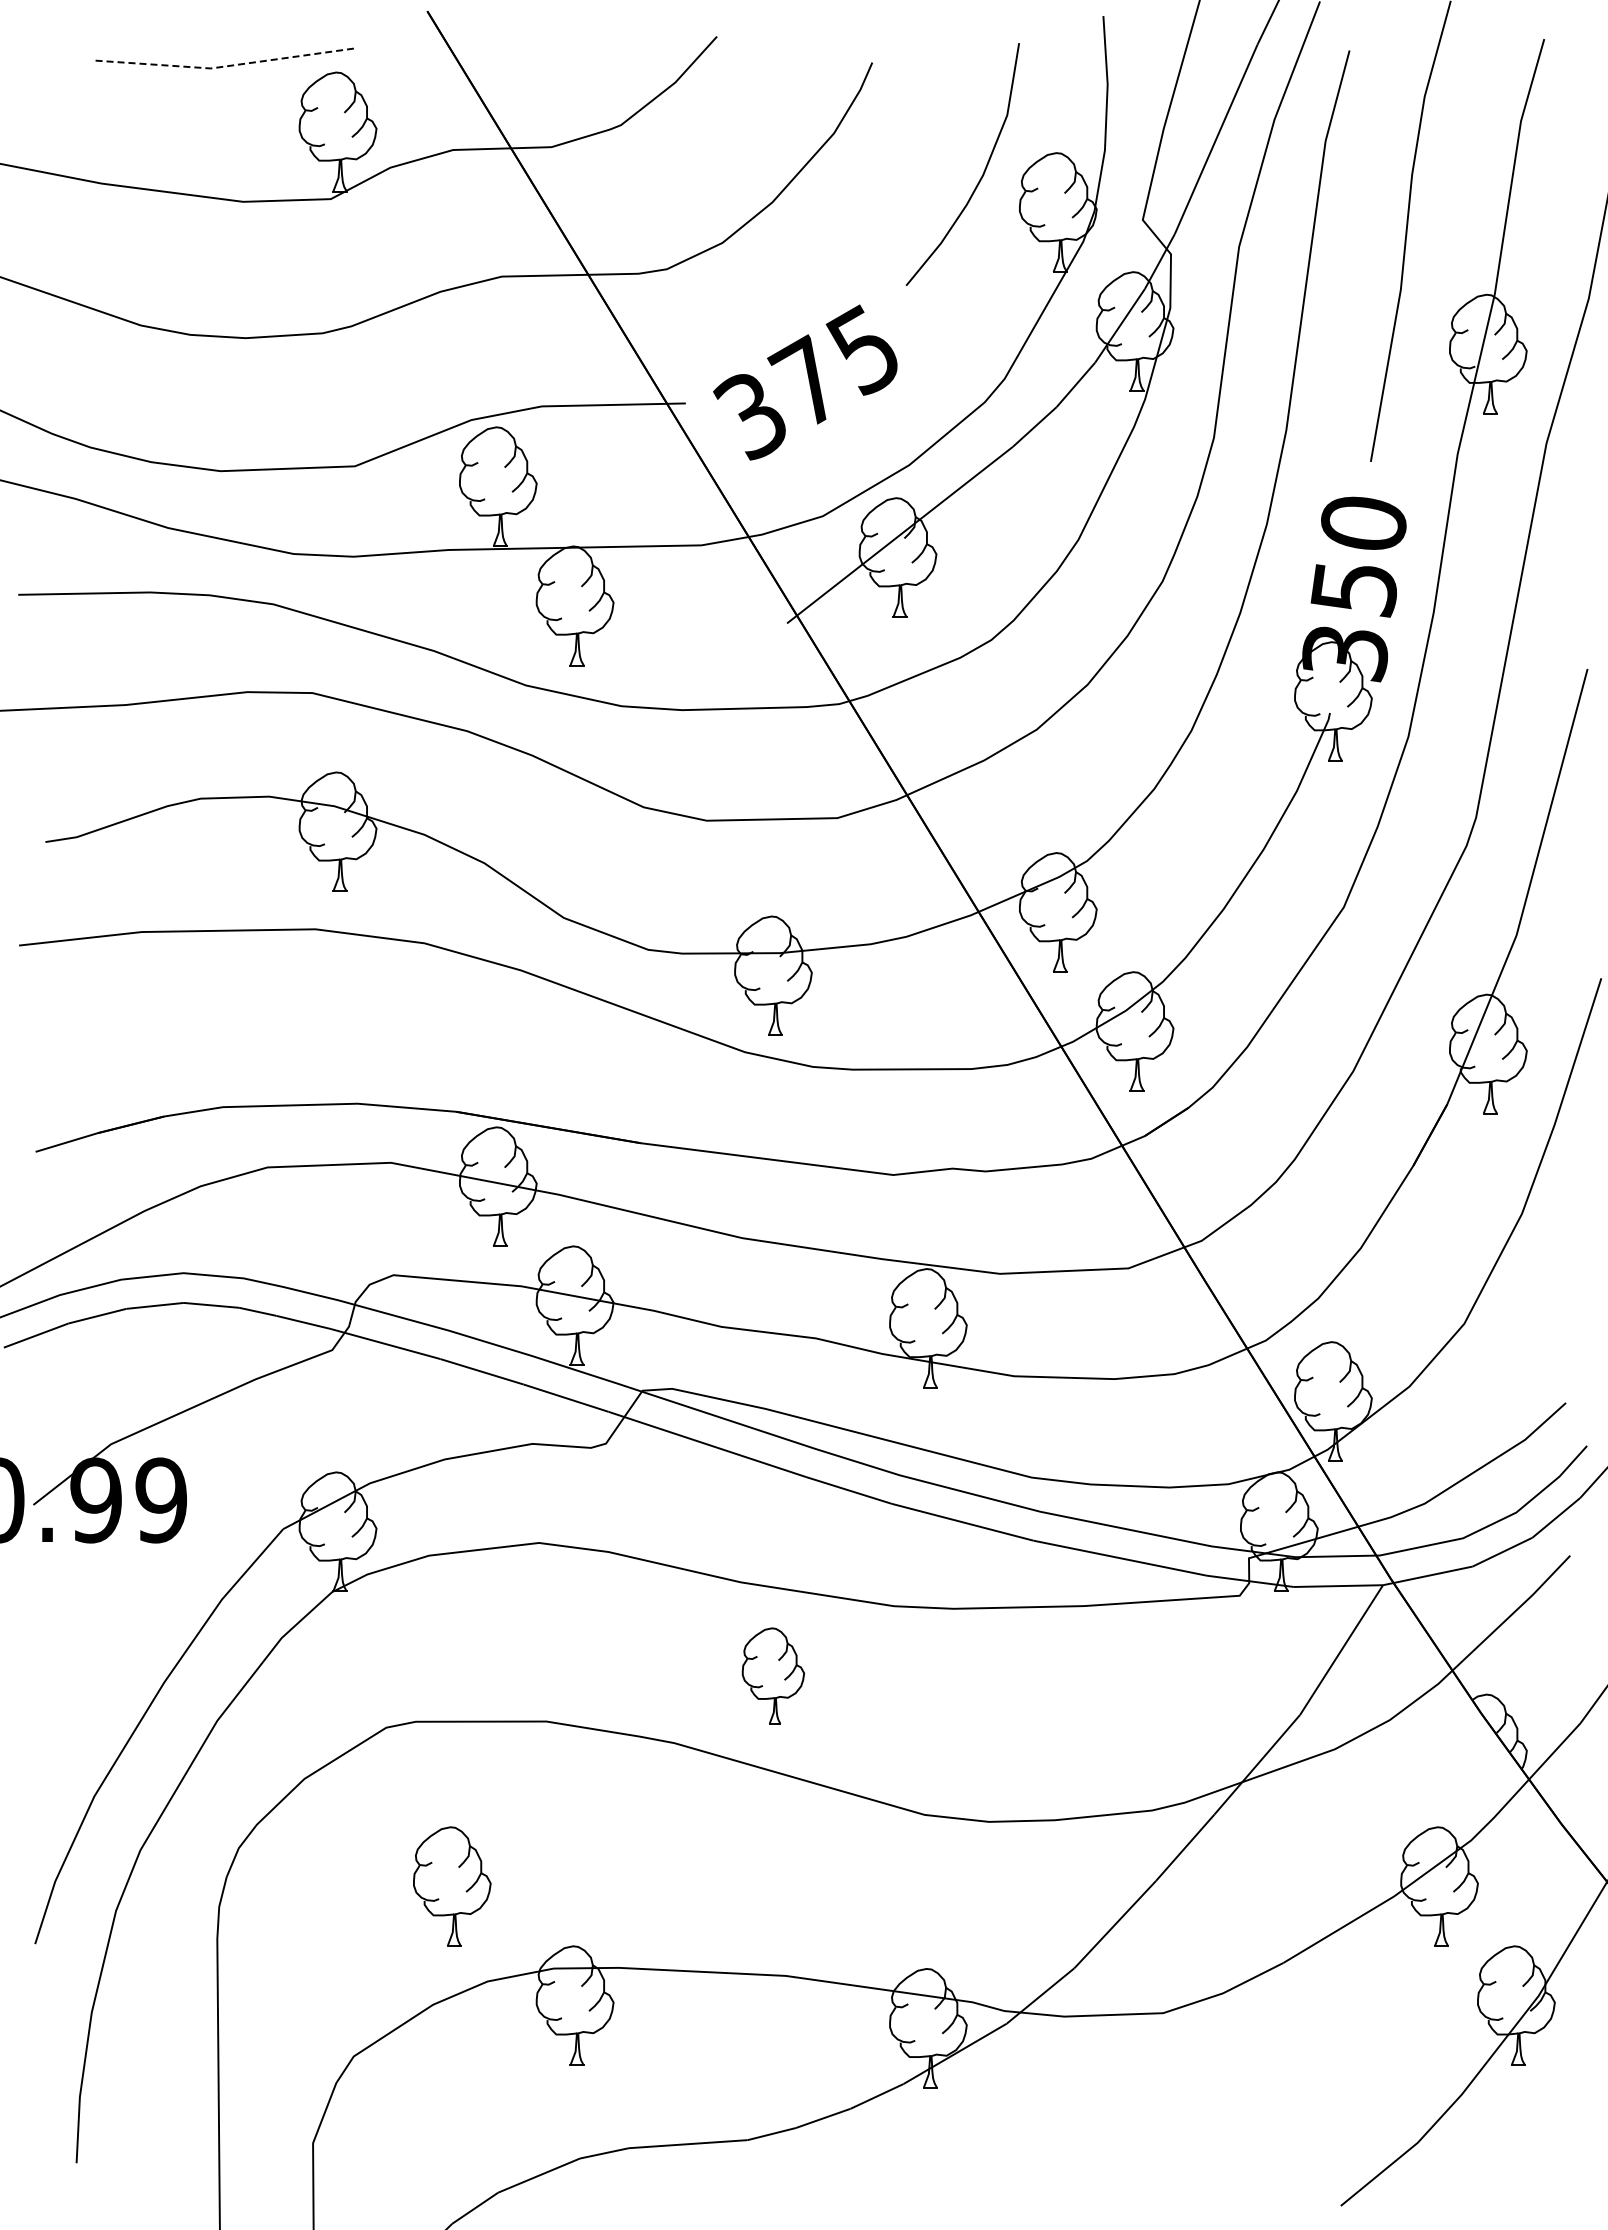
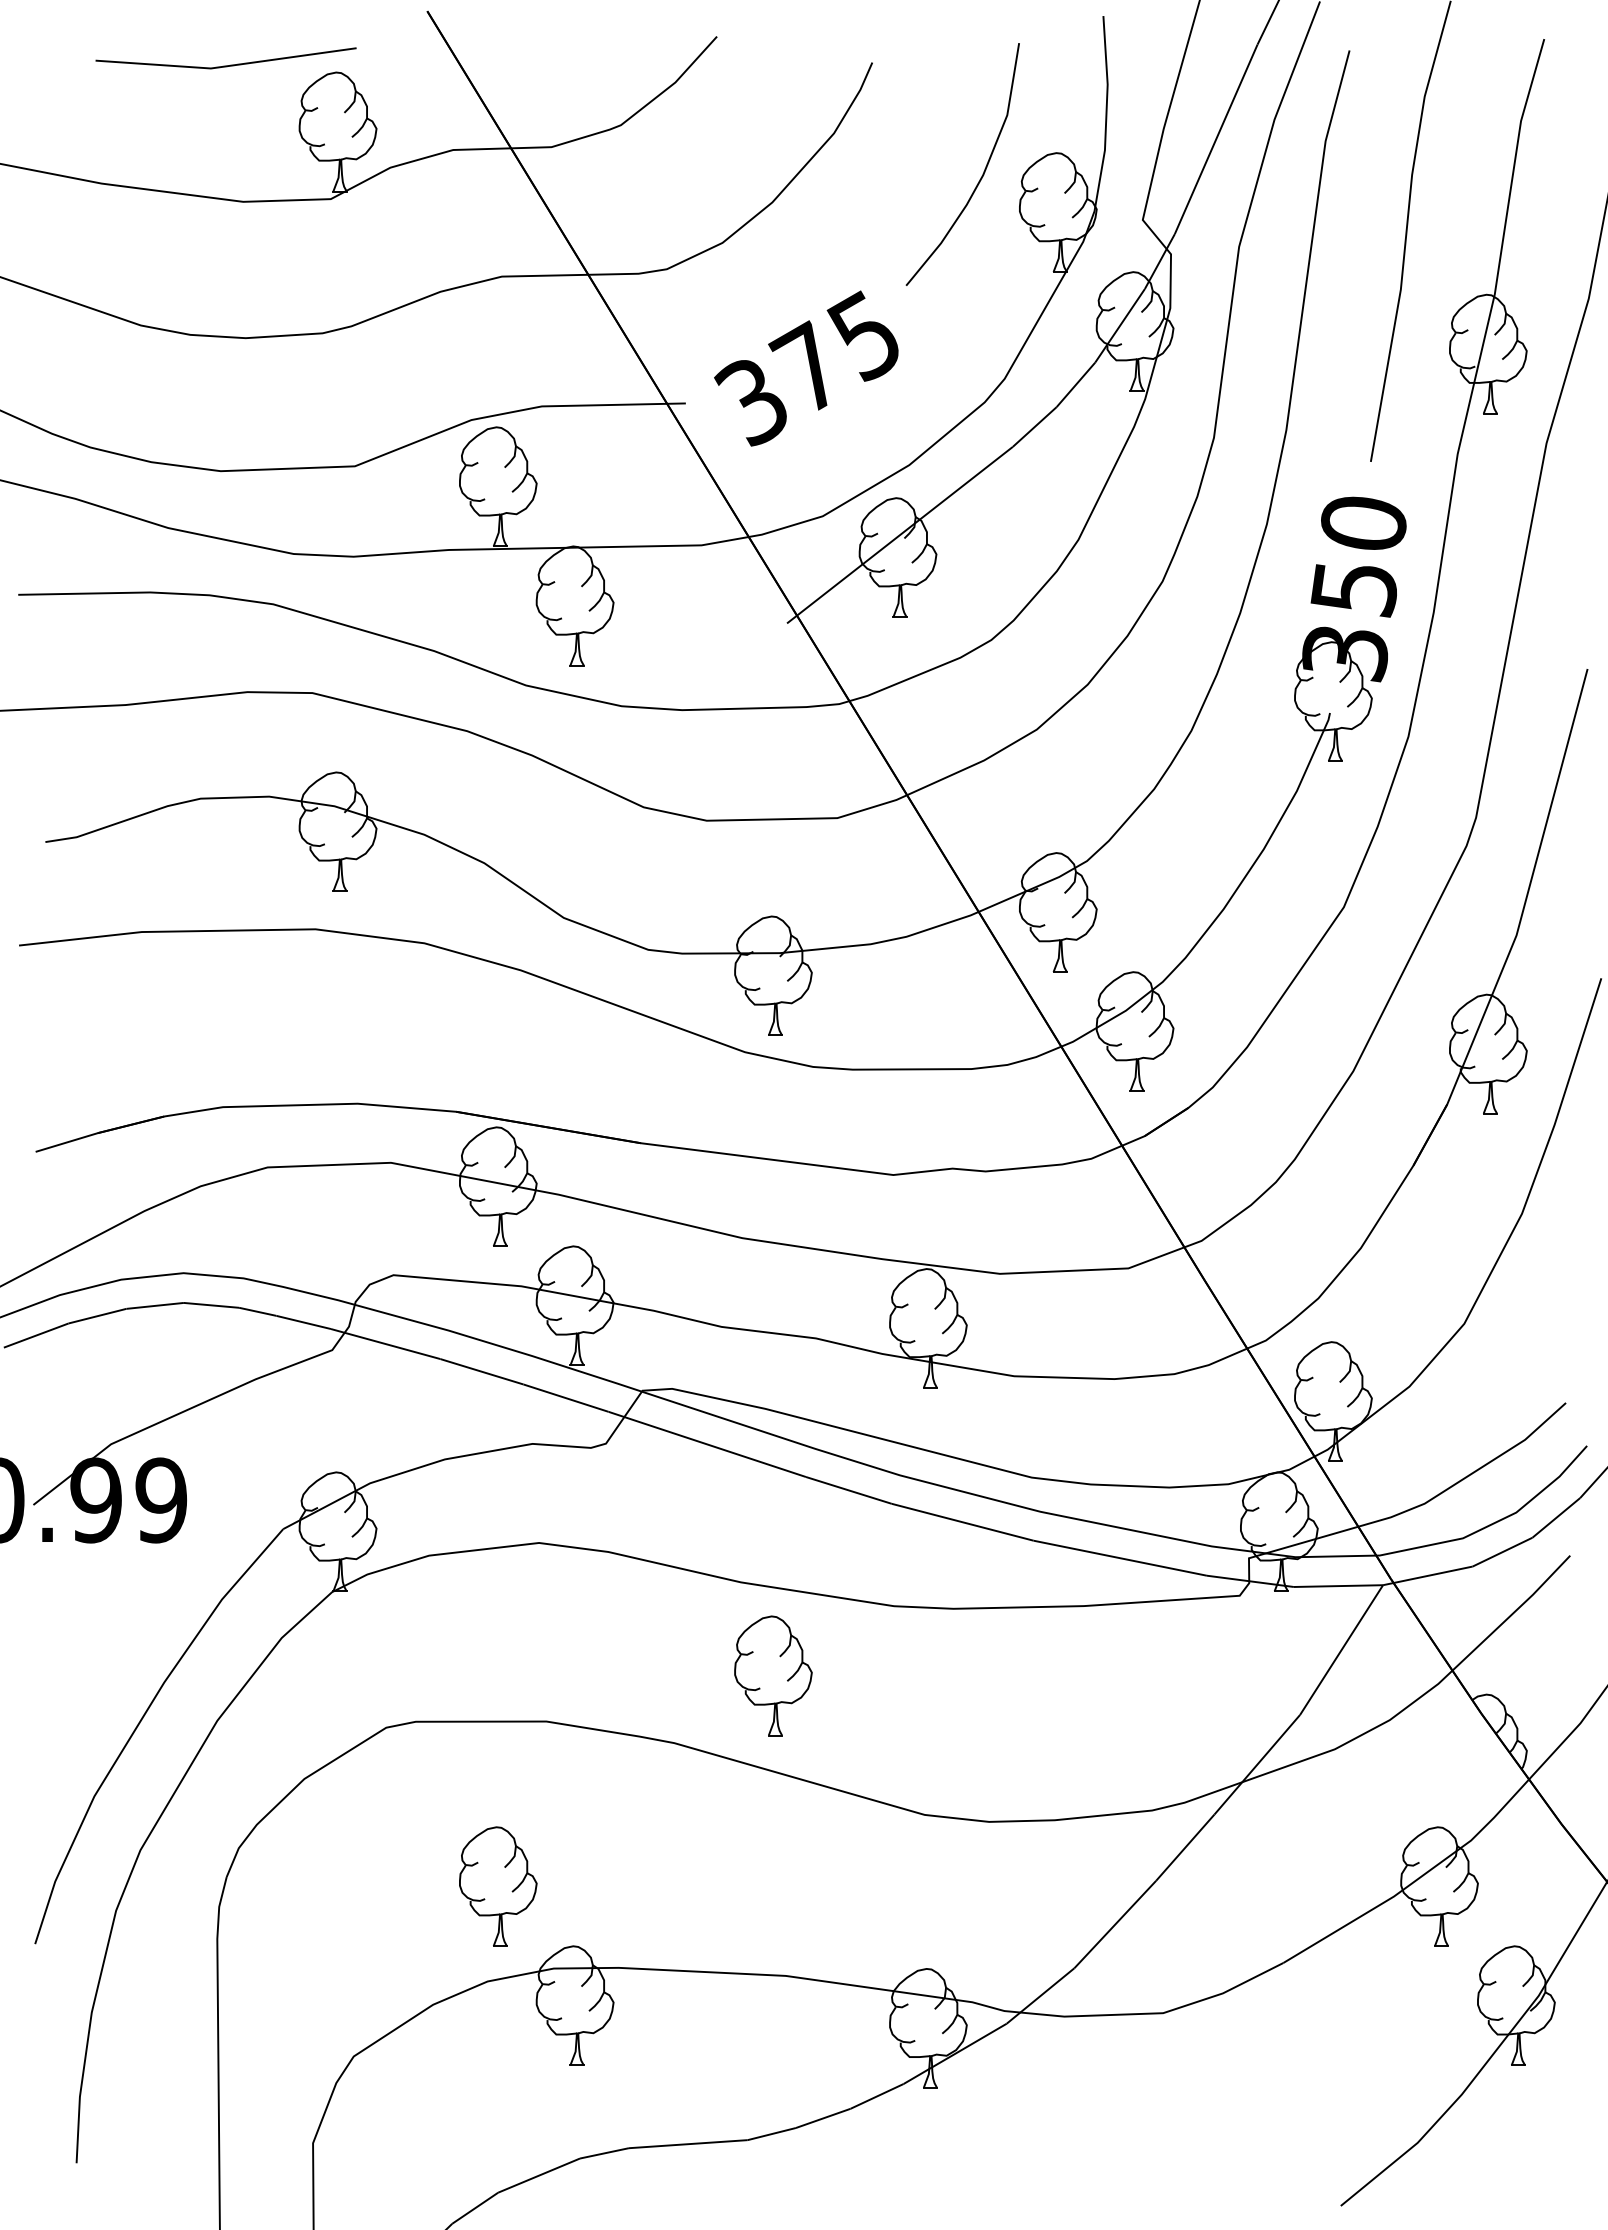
line at (226, 66): dashed -> solid
text at (805, 382) position: (805, 382) -> (806, 368)
part at (773, 1675) size: 65x98 px -> 79x122 px
part at (452, 1886) position: (452, 1886) -> (498, 1886)
